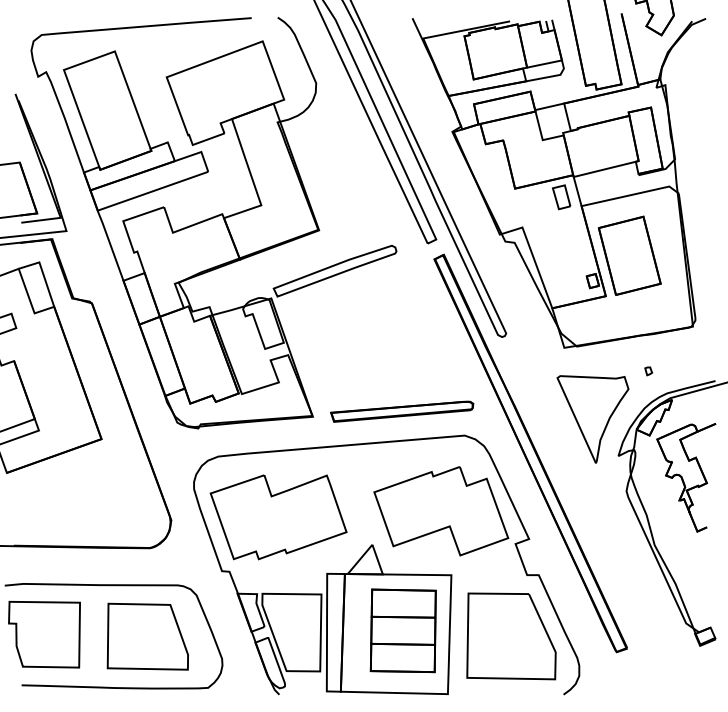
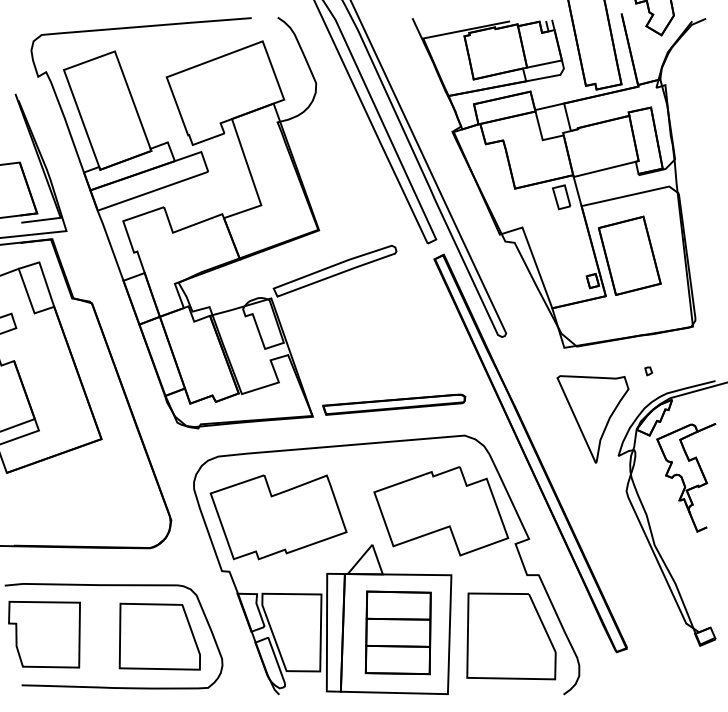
part at (402, 411) position: (402, 411) -> (394, 404)
part at (402, 630) position: (402, 630) -> (397, 632)
part at (147, 636) position: (147, 636) -> (159, 636)
